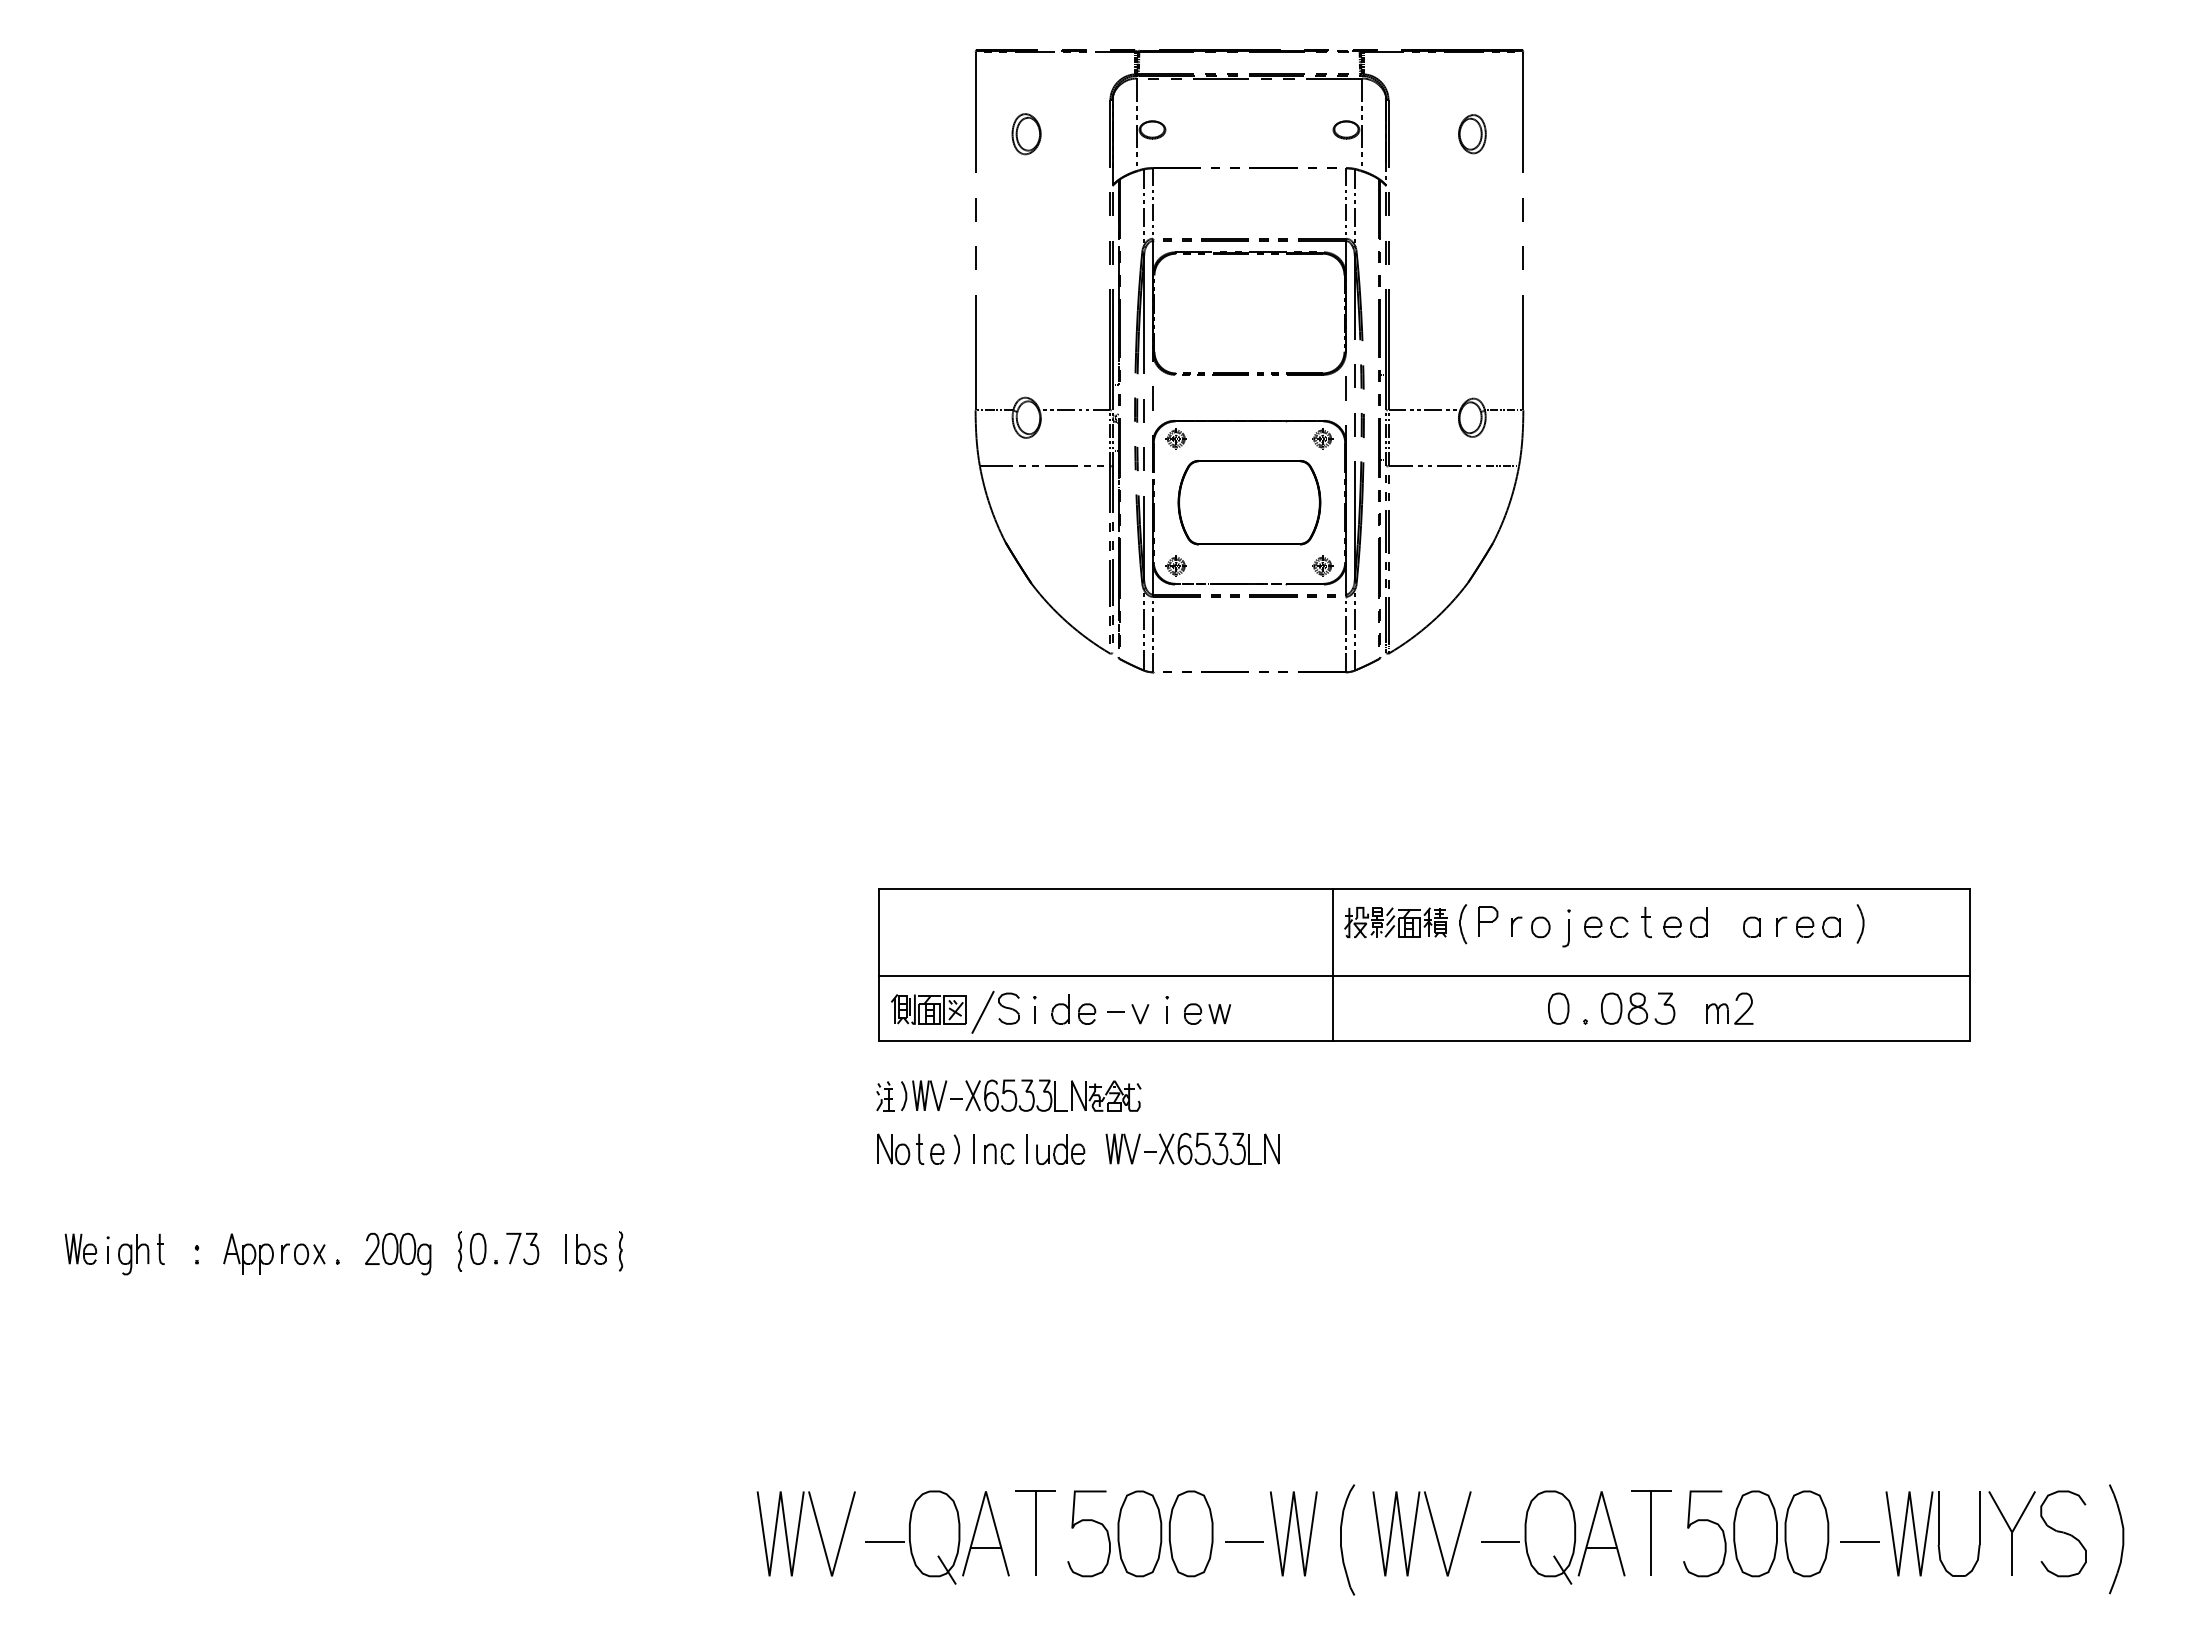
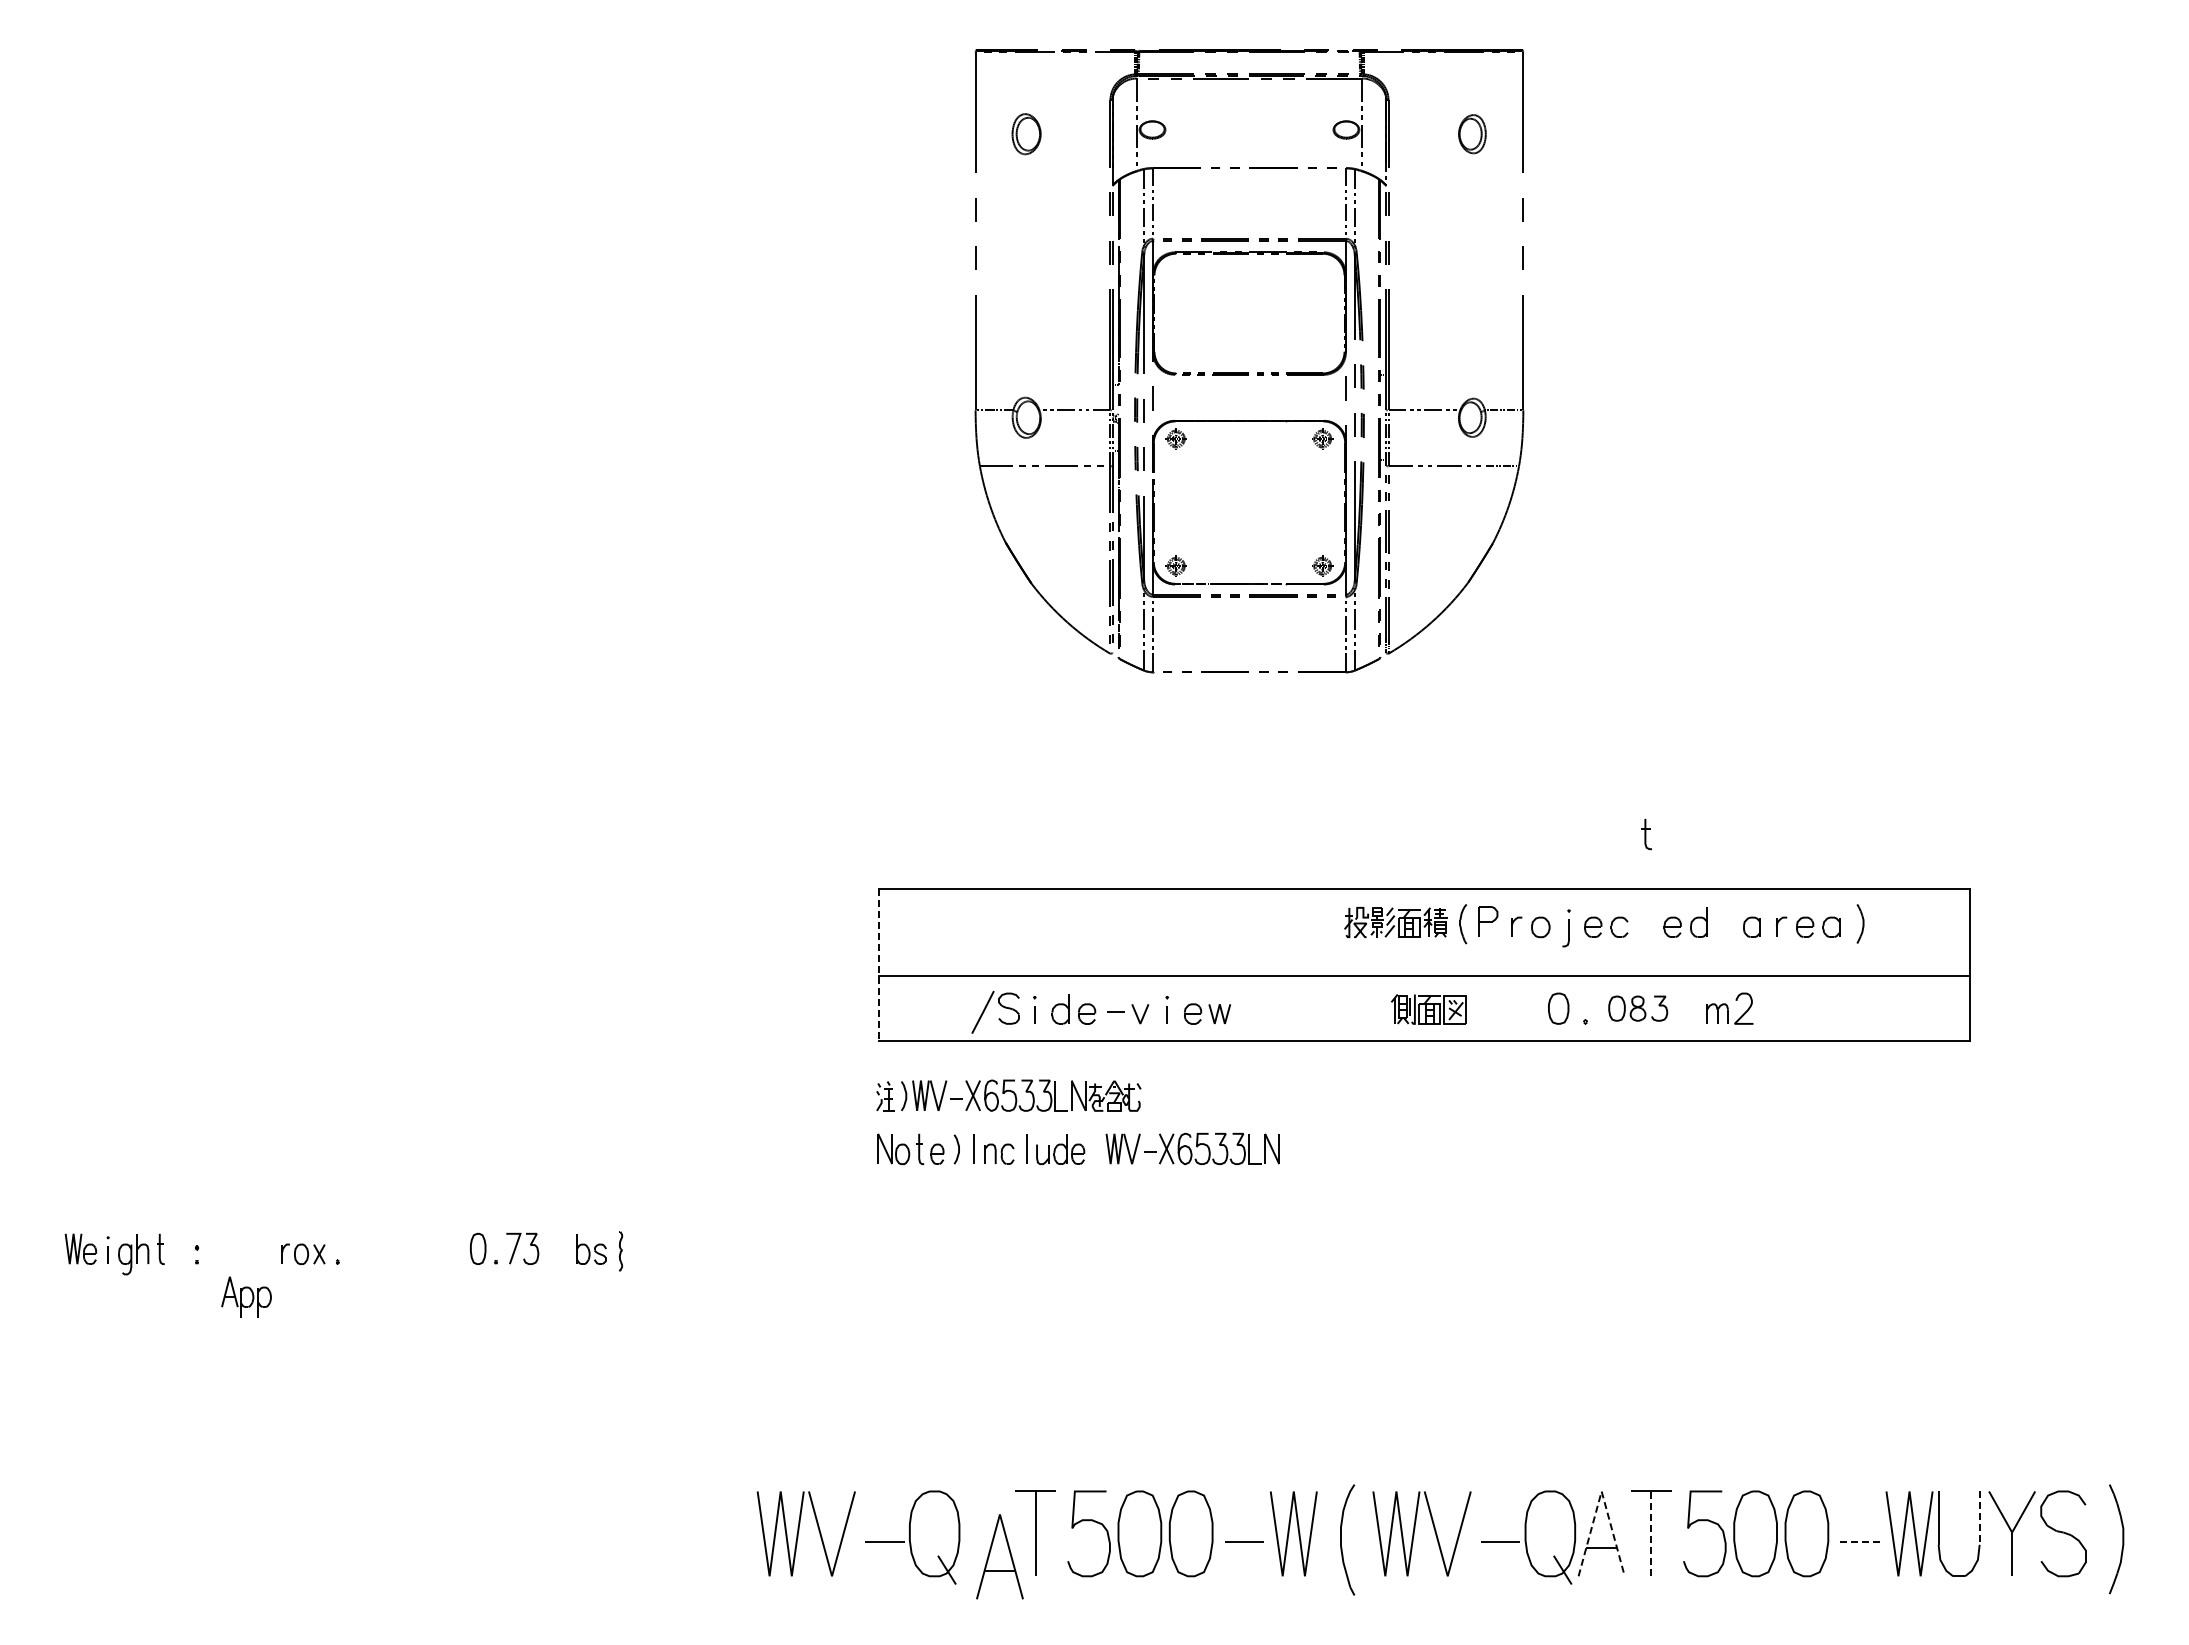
part at (1249, 502): present -> none
part at (1646, 922) position: (1646, 922) -> (1646, 834)
line at (879, 965): solid -> dashed
line at (1332, 965): present -> none
part at (1638, 1008) size: 75x33 px -> 61x27 px
part at (928, 1009) position: (928, 1009) -> (1428, 1009)
line at (565, 1248): present -> none
line at (459, 1251): present -> none
part at (248, 1253) position: (248, 1253) -> (246, 1296)
part at (398, 1253): present -> none
line at (1601, 1491): solid -> dashed
line at (1979, 1518): solid -> dashed
part at (985, 1533) position: (985, 1533) -> (999, 1556)
line at (1651, 1533): solid -> dashed
line at (1859, 1542): solid -> dashed
